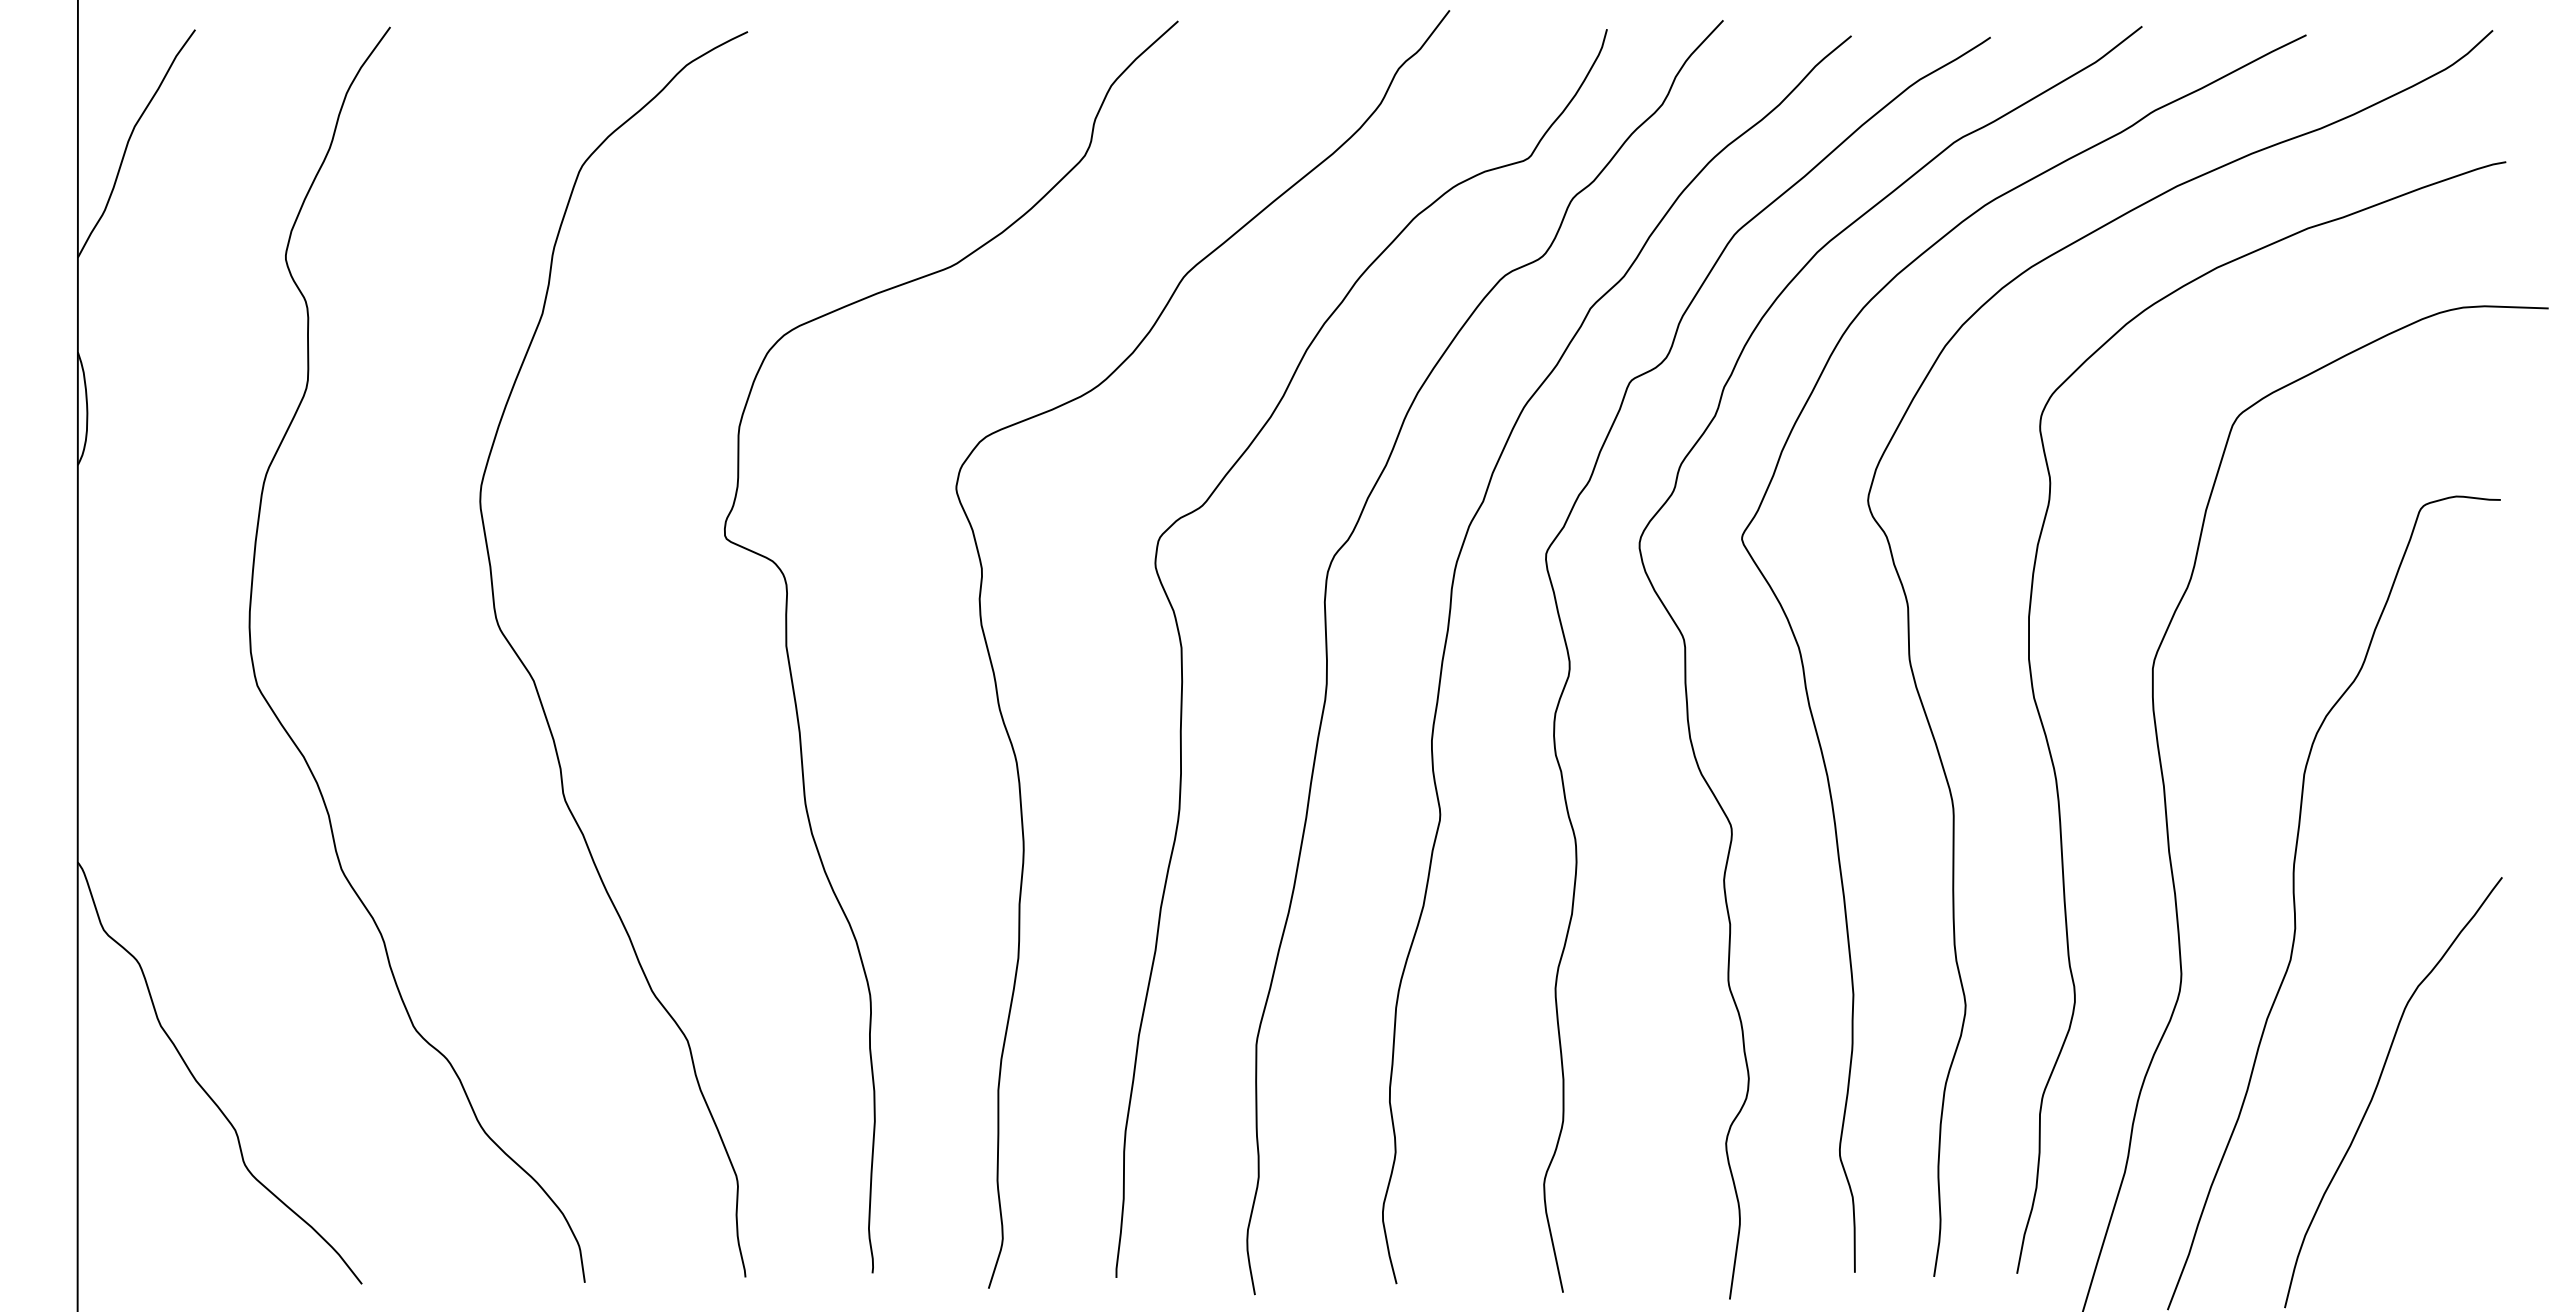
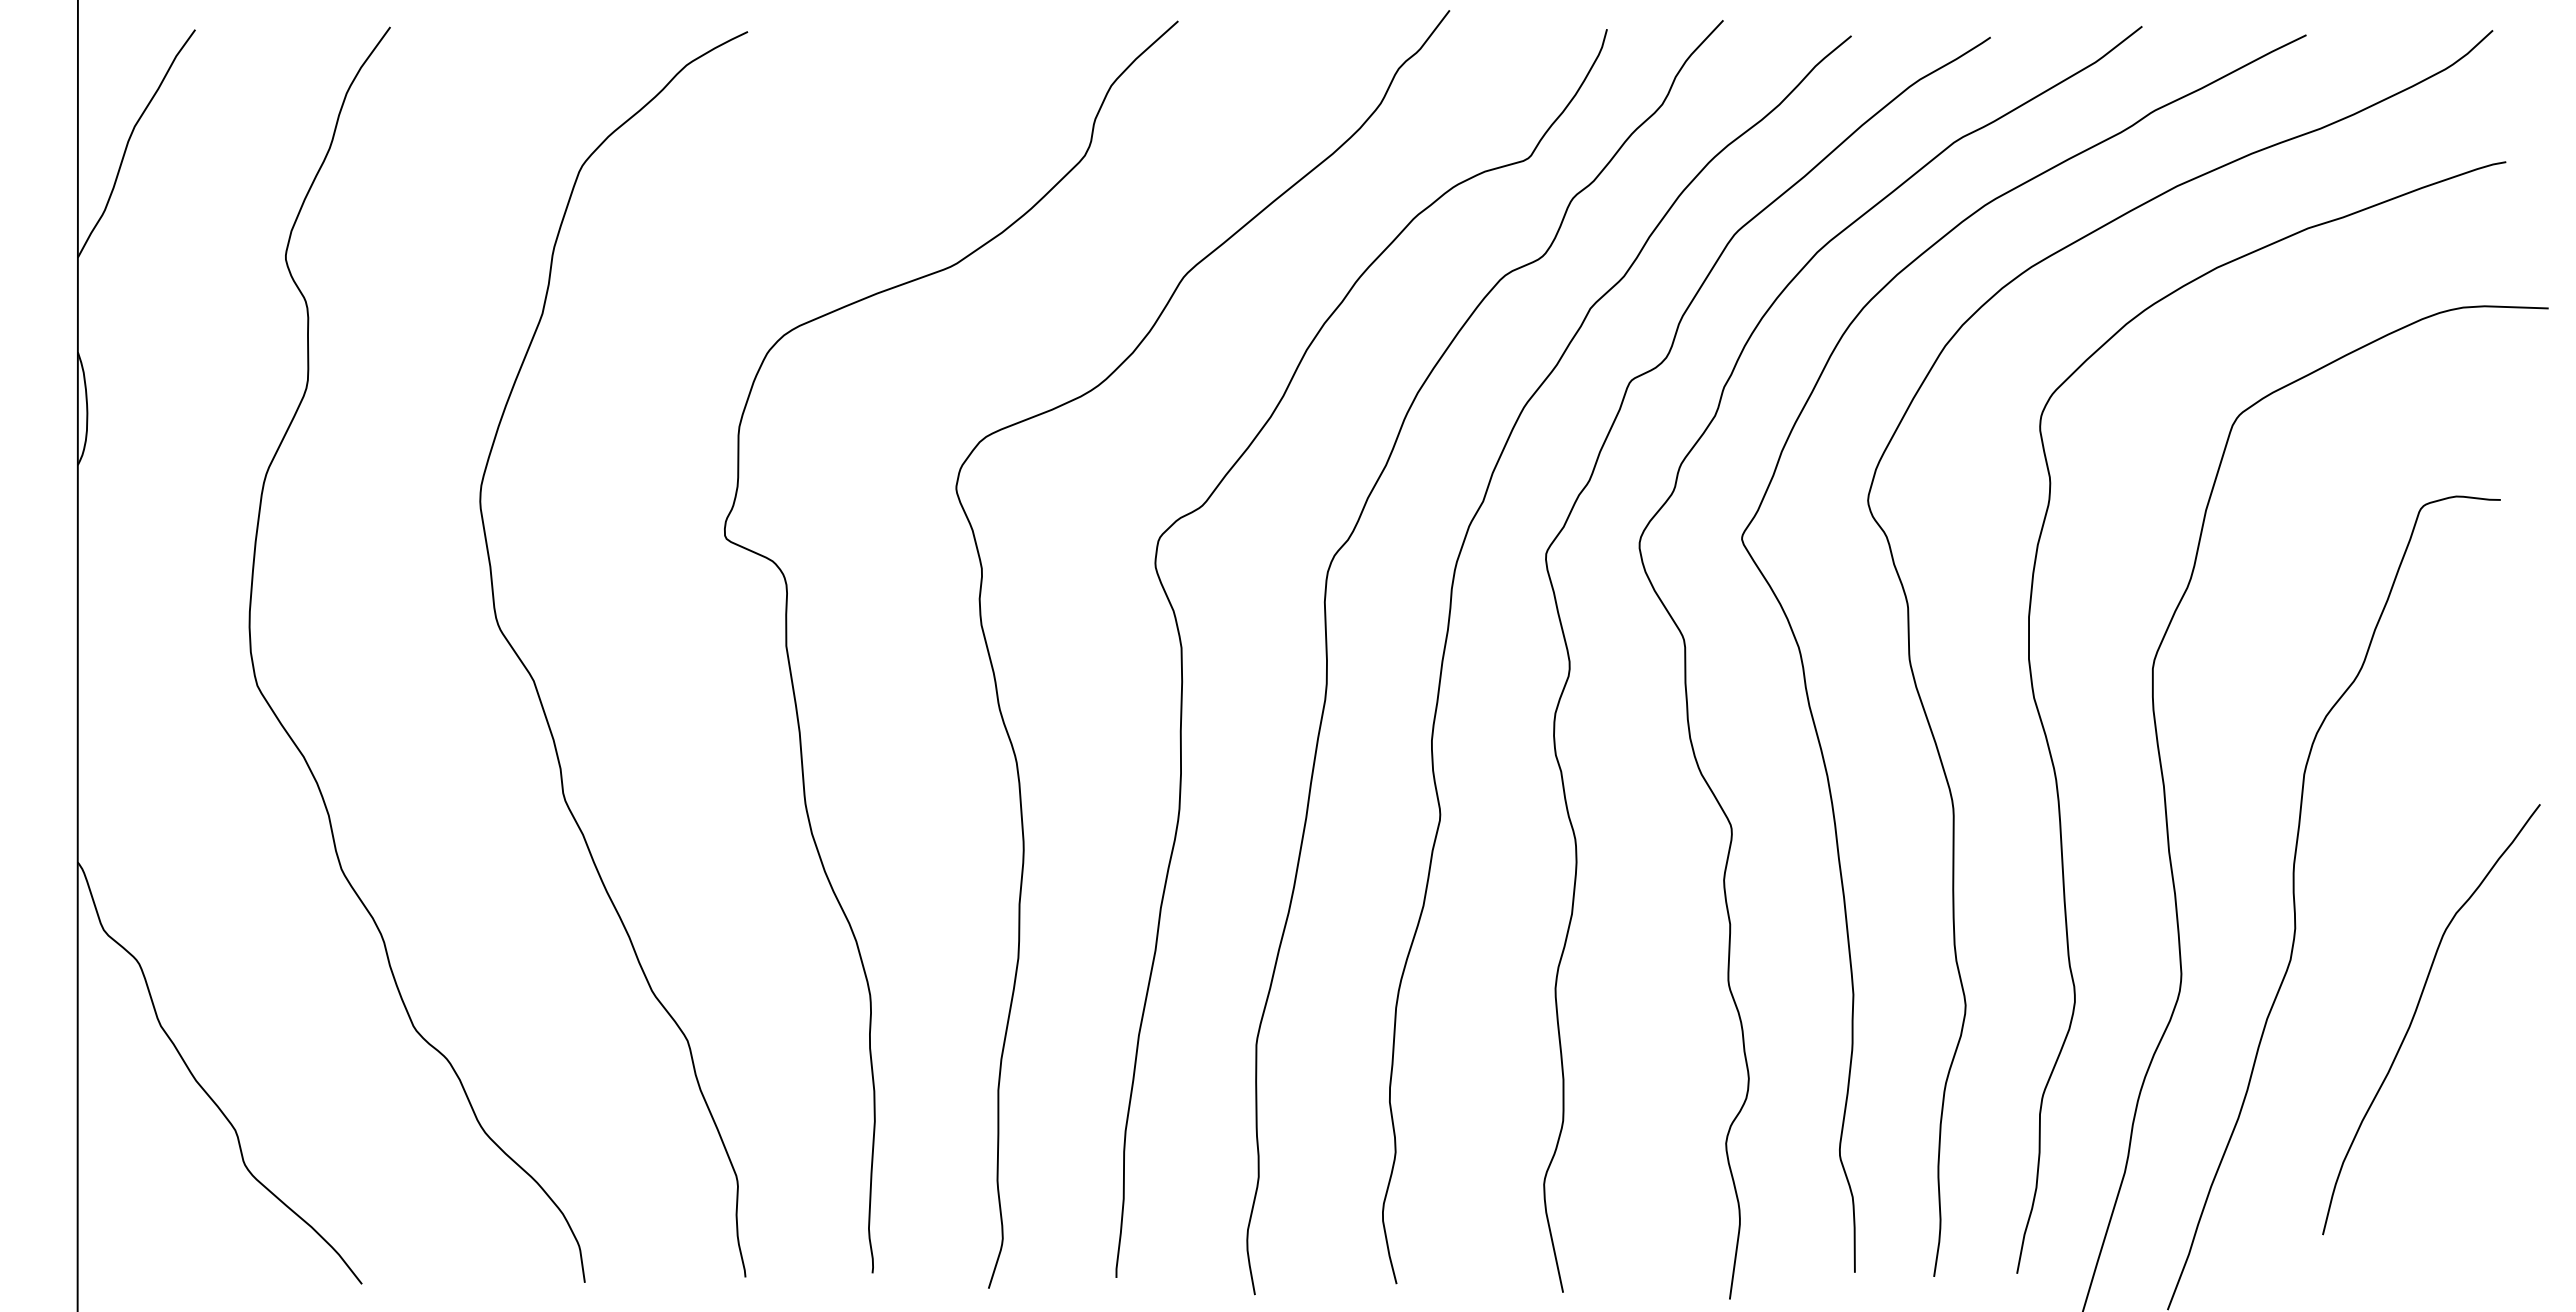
curve at (2378, 1085) position: (2378, 1085) -> (2416, 1012)
